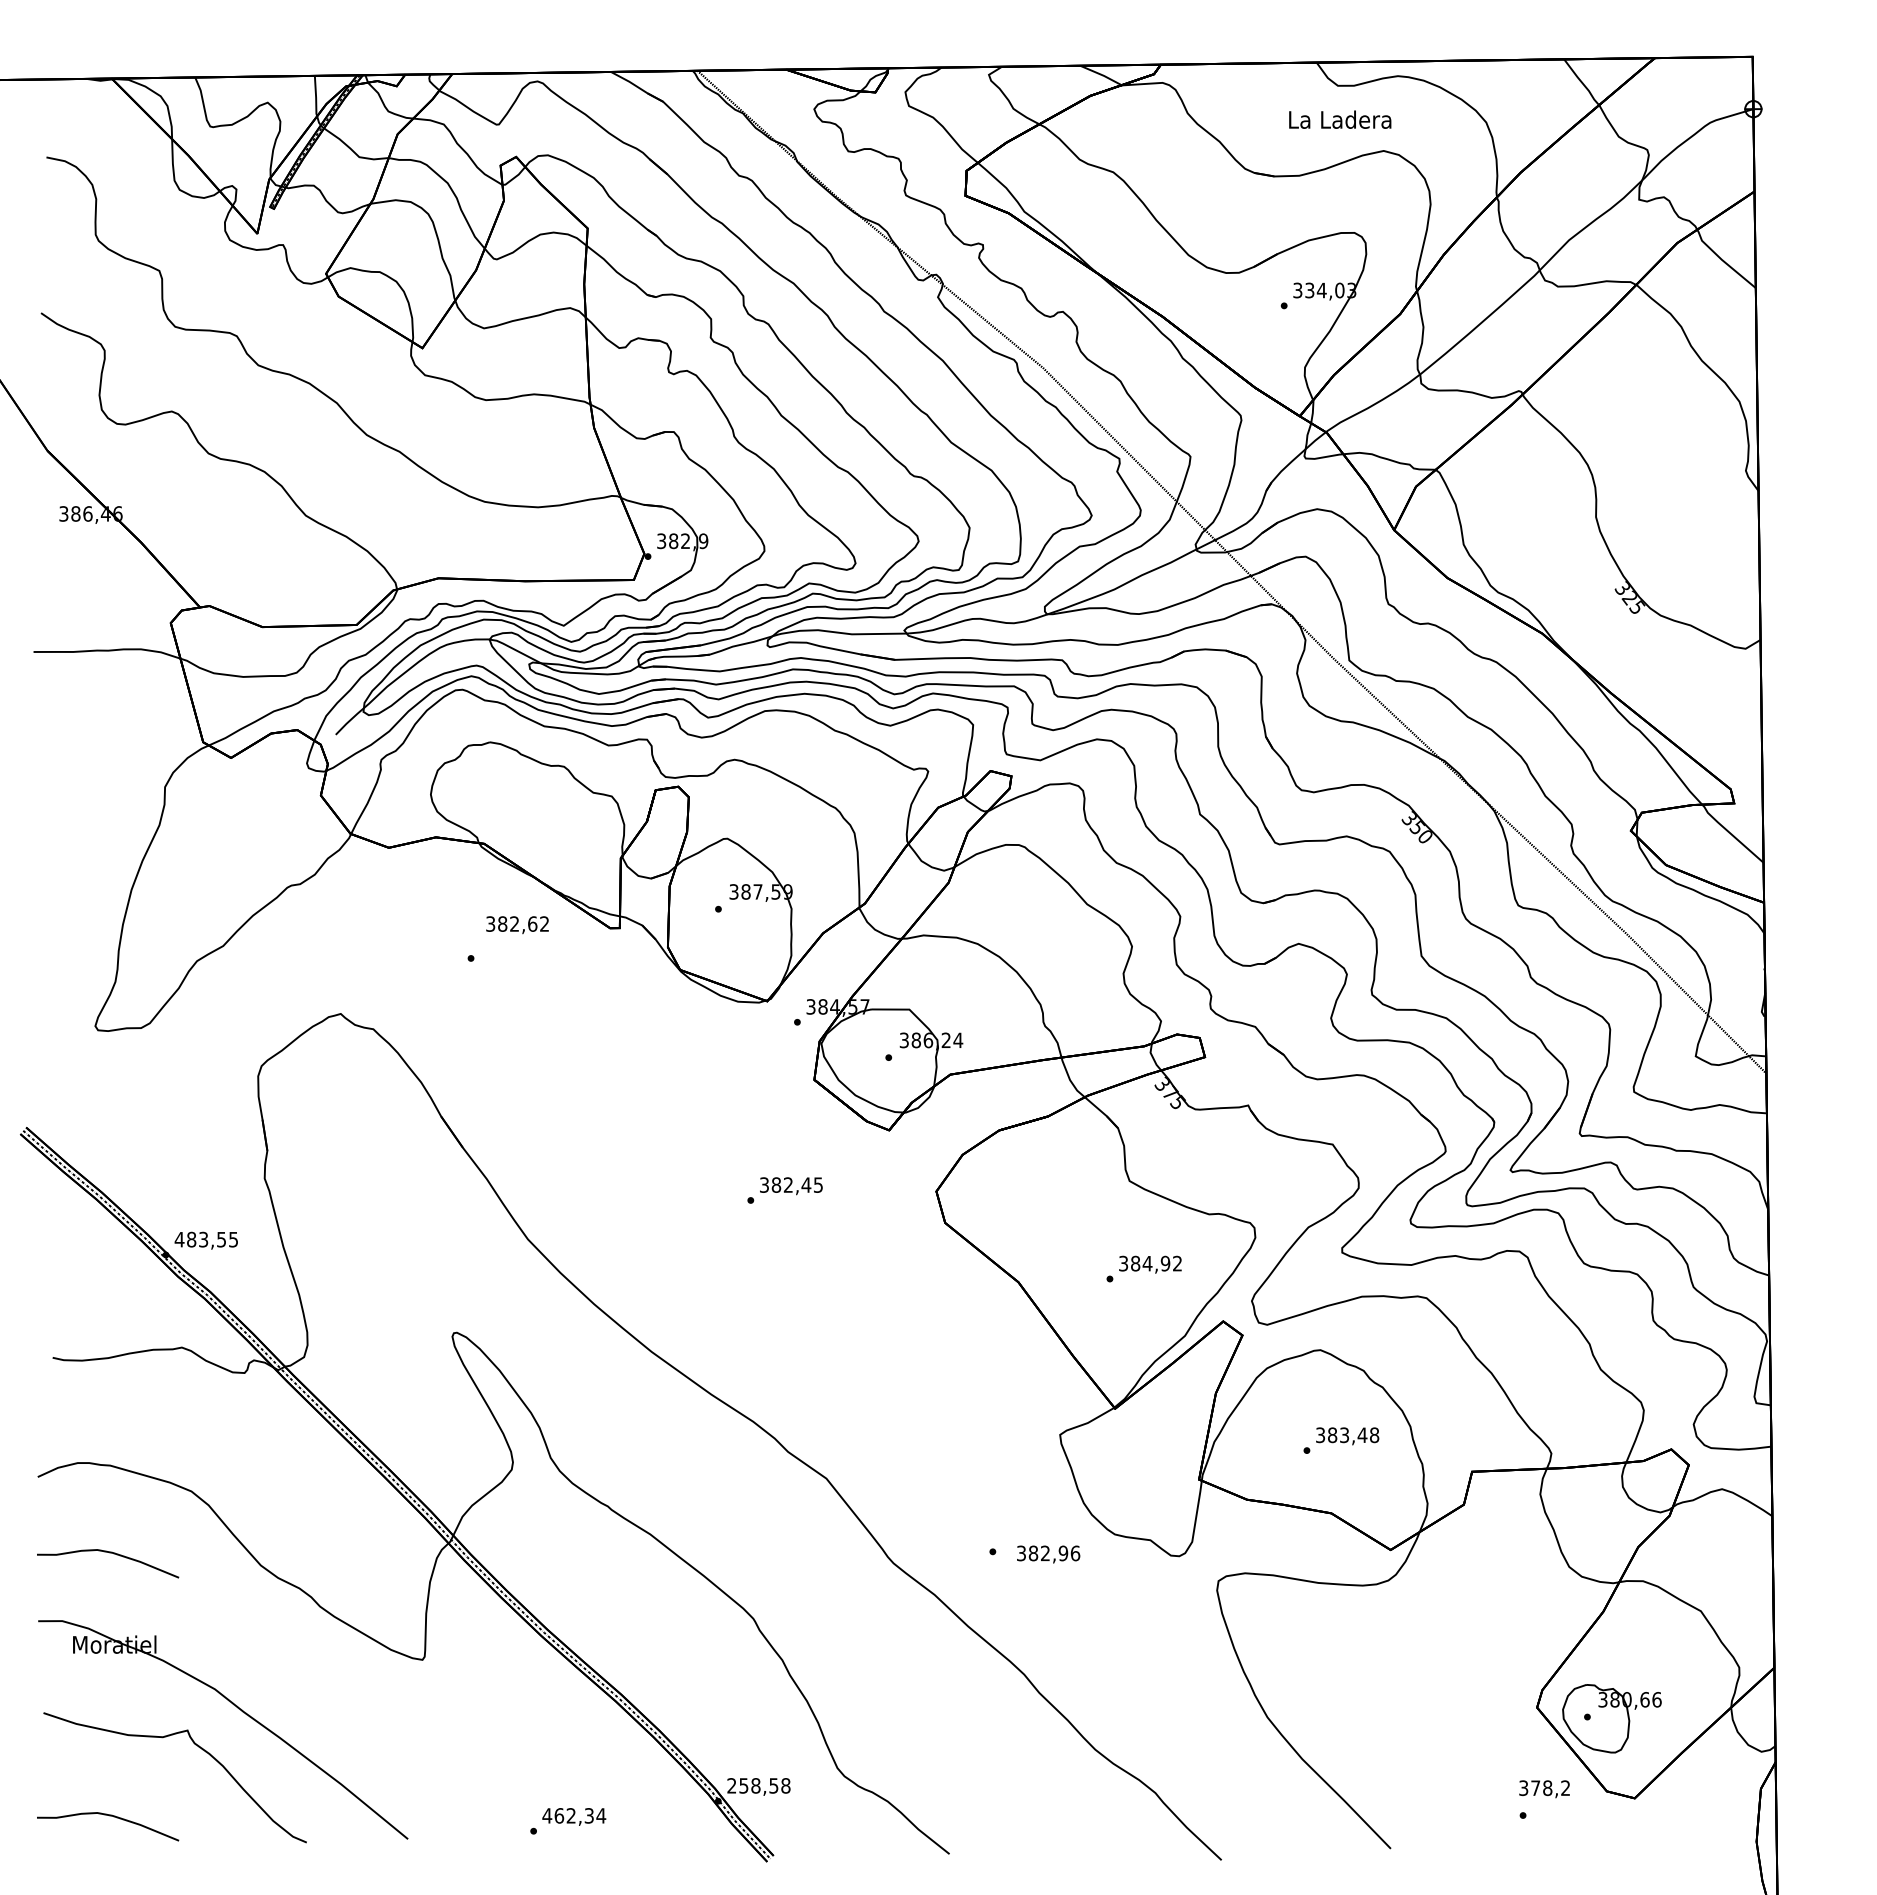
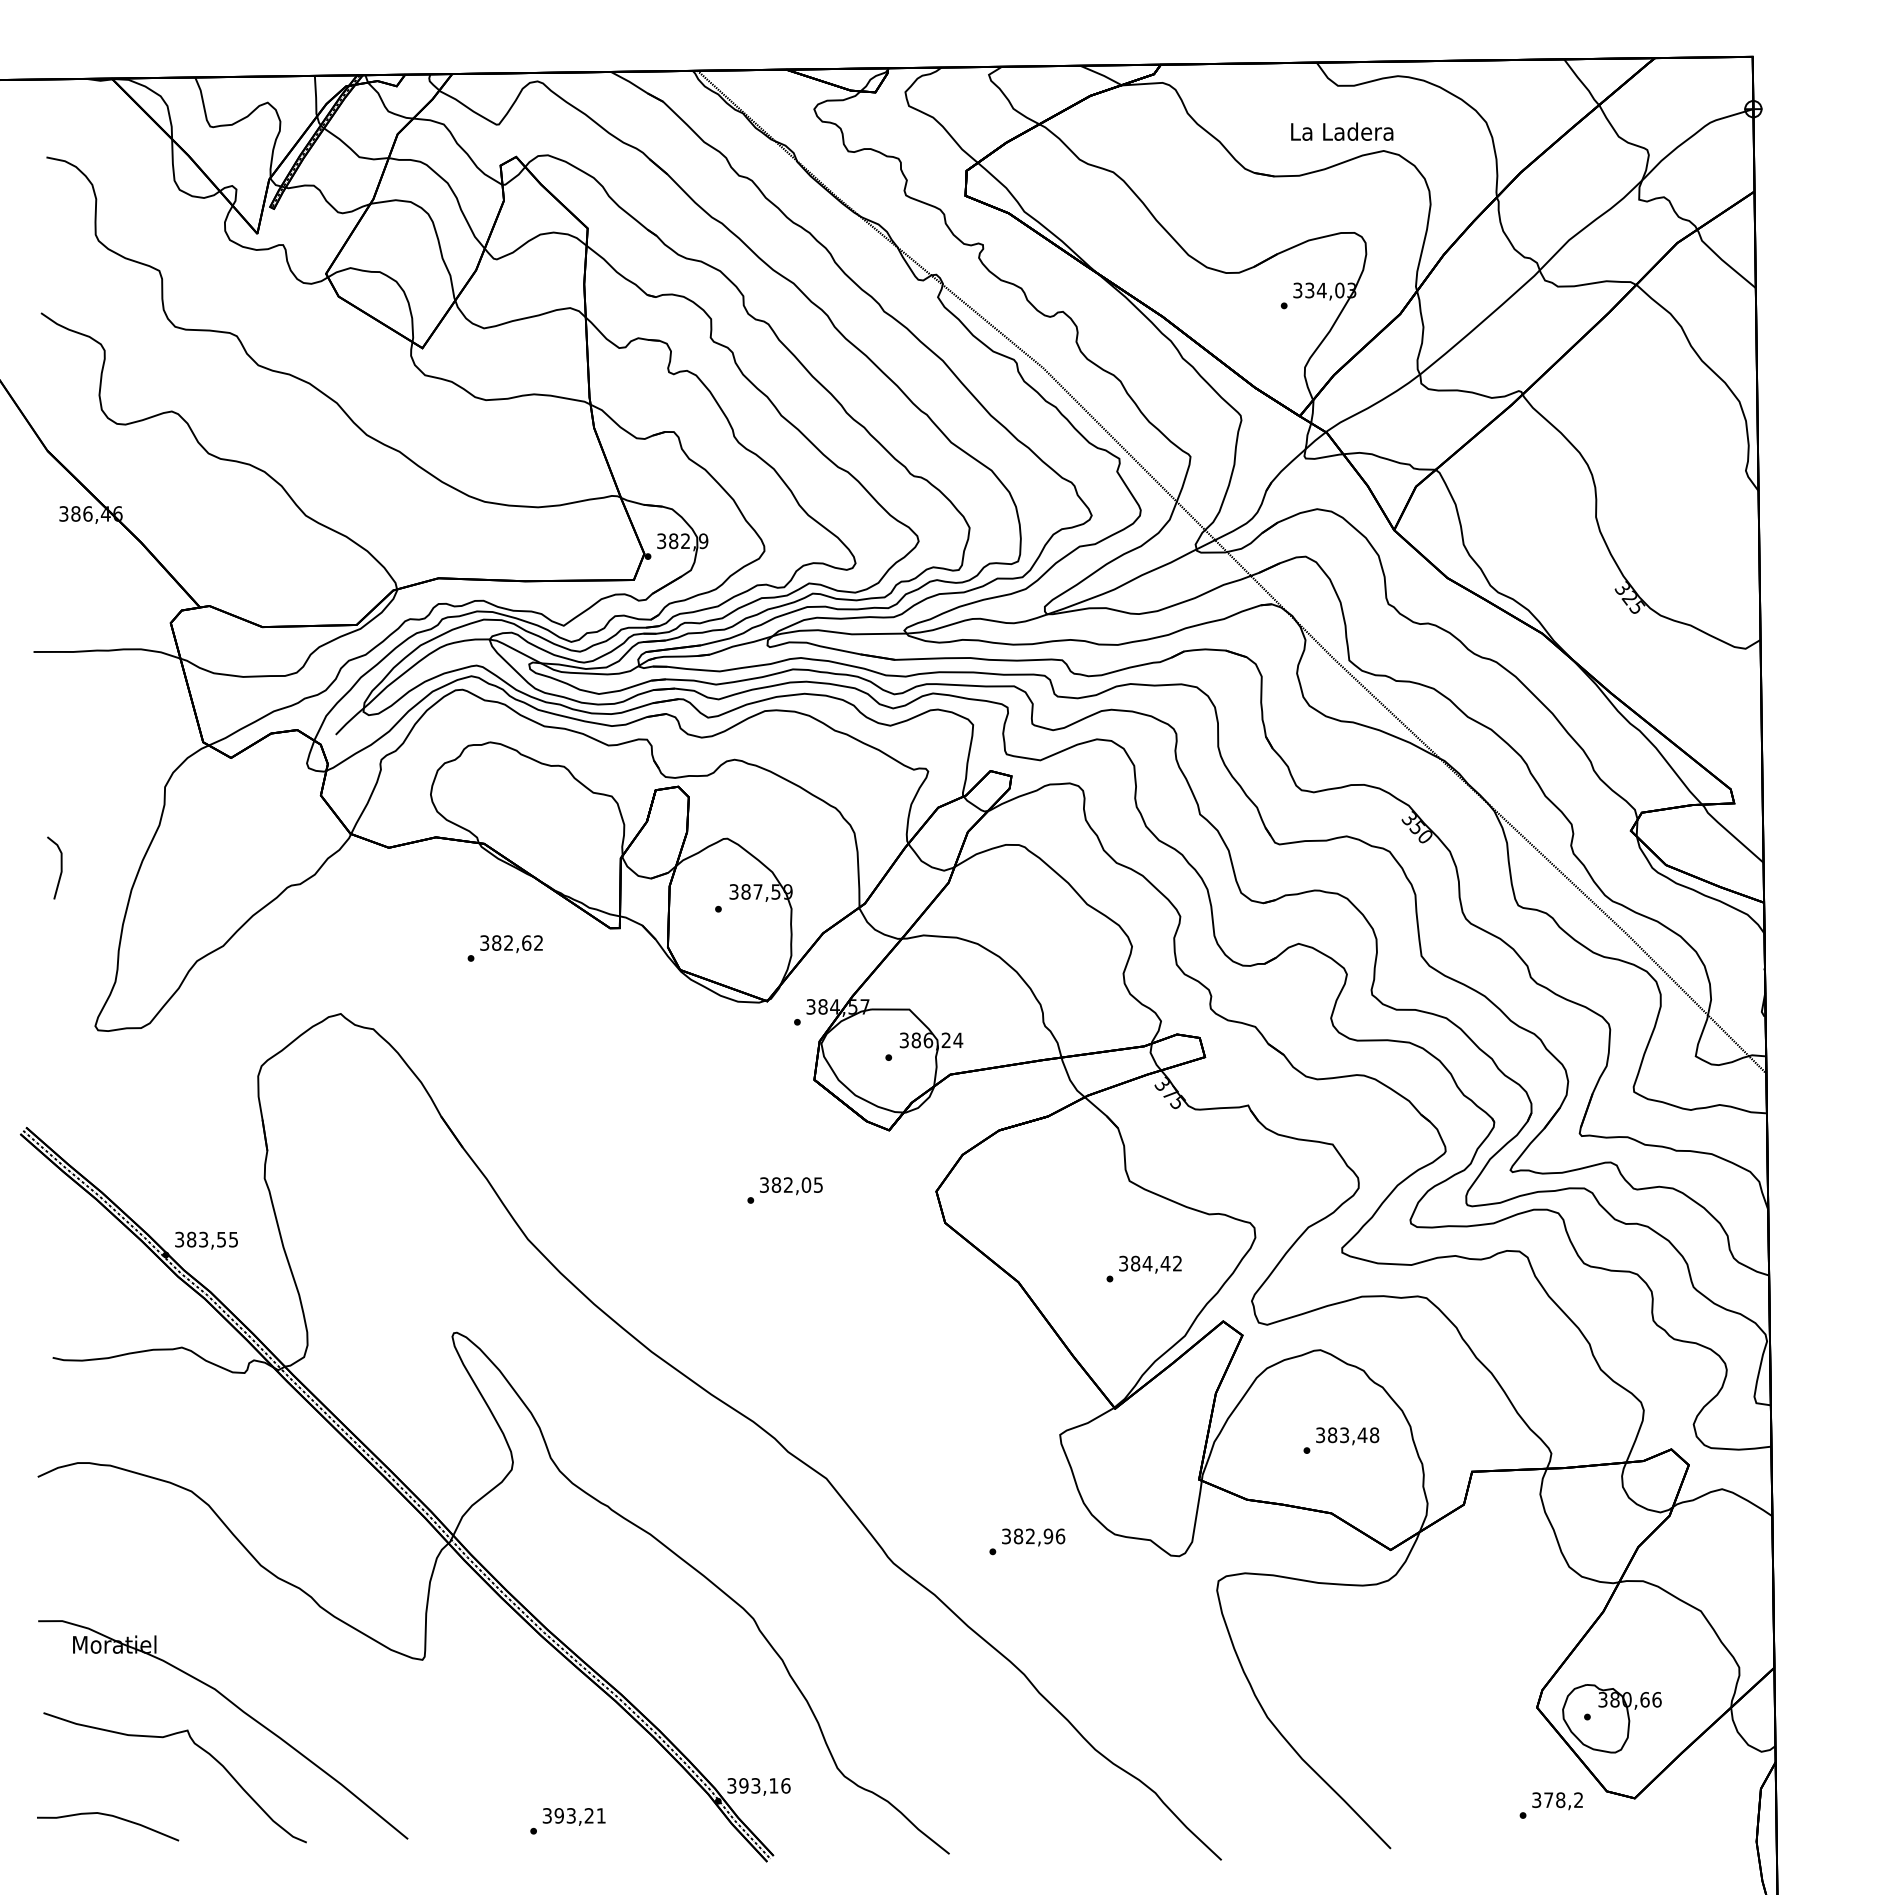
text at (1340, 119) position: (1340, 119) -> (1342, 131)
line at (60, 867): none -> present
text at (517, 925) position: (517, 925) -> (511, 944)
text at (806, 1184): 382,45 -> 382,05
text at (179, 1239): 483,55 -> 383,55
text at (1165, 1263): 384,92 -> 384,42
curve at (109, 1553): present -> none
text at (1048, 1554) position: (1048, 1554) -> (1033, 1537)
text at (758, 1785): 258,58 -> 393,16
text at (1544, 1789) position: (1544, 1789) -> (1557, 1801)
text at (574, 1815): 462,34 -> 393,21
